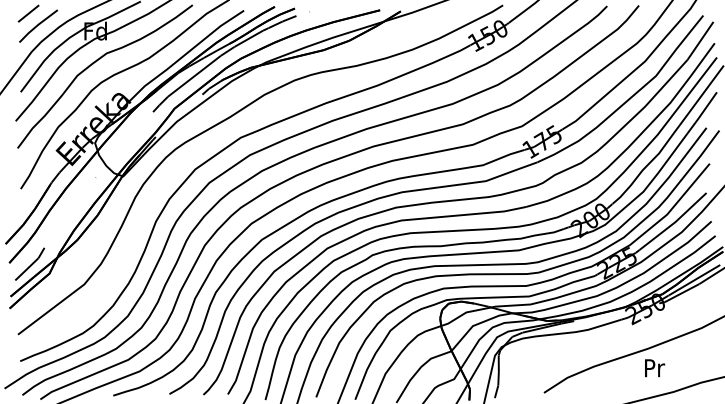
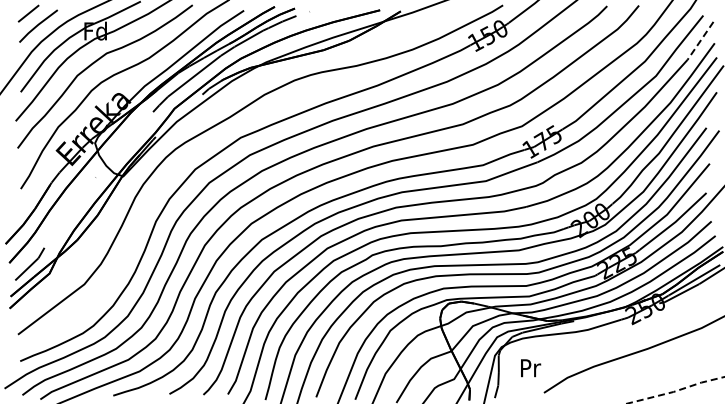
line at (700, 41): solid -> dashed
text at (655, 368) position: (655, 368) -> (531, 368)
line at (675, 391): solid -> dashed
